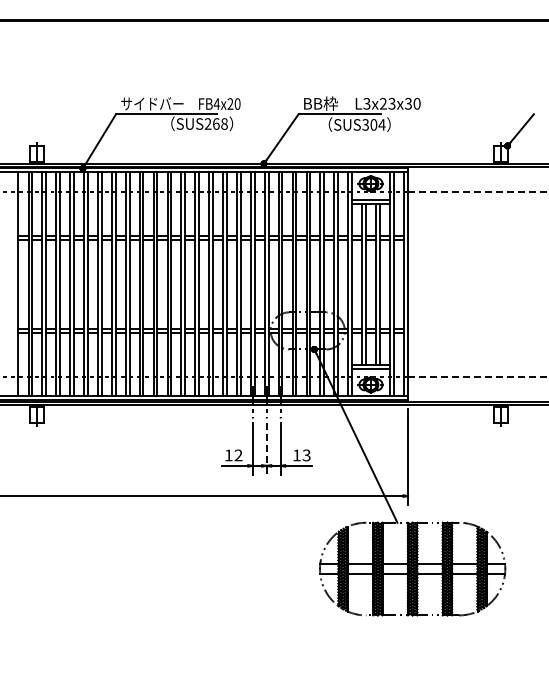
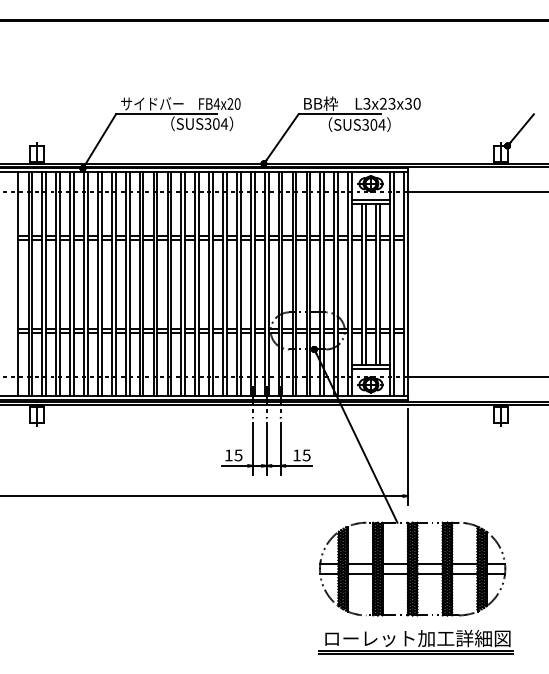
text at (216, 123): SUS268 -> SUS304
line at (478, 191): dashed -> solid
line at (478, 376): dashed -> solid
line at (266, 449): dashed -> solid
text at (306, 454): 13 -> 15
text at (238, 455): 12 -> 15
part at (415, 642): none -> present
